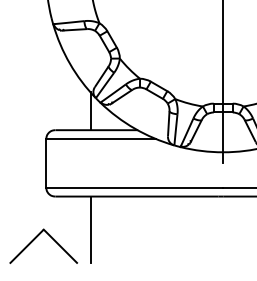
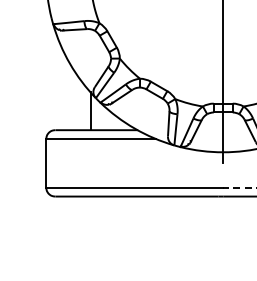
line at (239, 187): solid -> dashed
line at (90, 229): present -> none
part at (36, 238): present -> none
